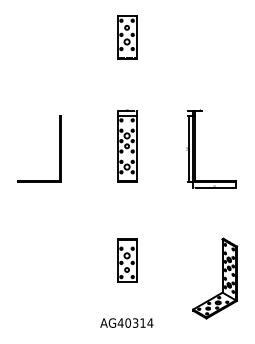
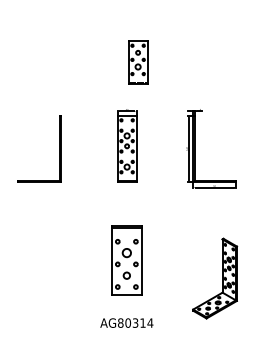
part at (127, 37) position: (127, 37) -> (138, 62)
part at (127, 260) size: 21x45 px -> 32x71 px
text at (120, 322): AG40314 -> AG80314
